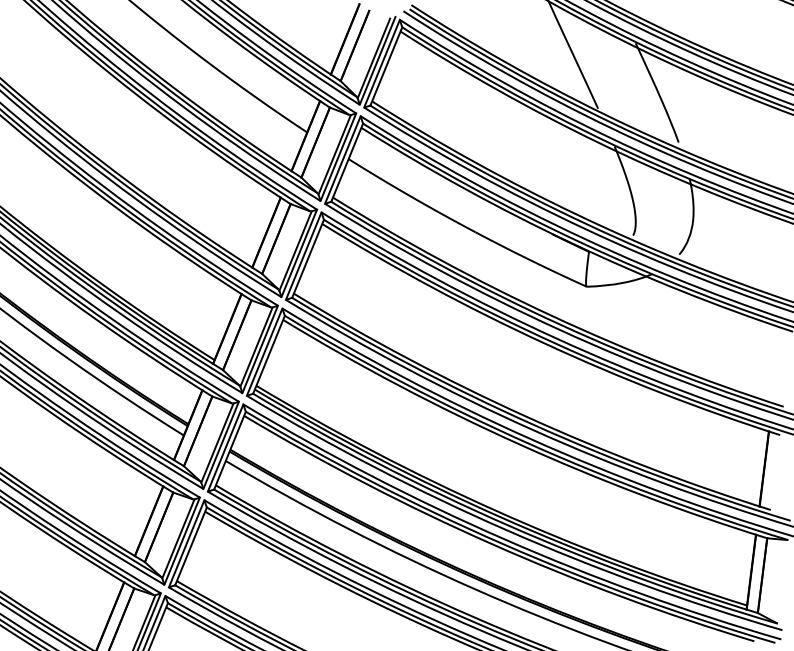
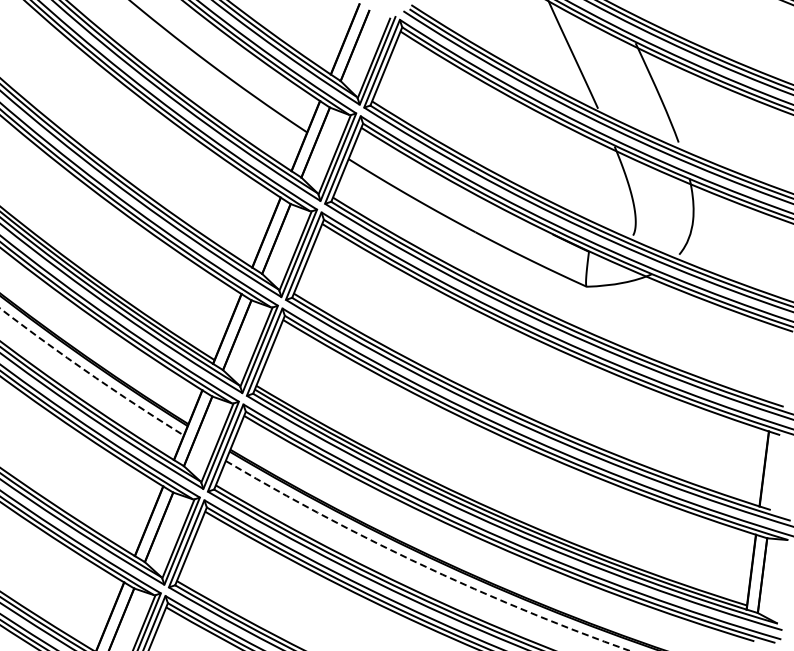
arc at (91, 375): solid -> dashed
arc at (421, 565): solid -> dashed
